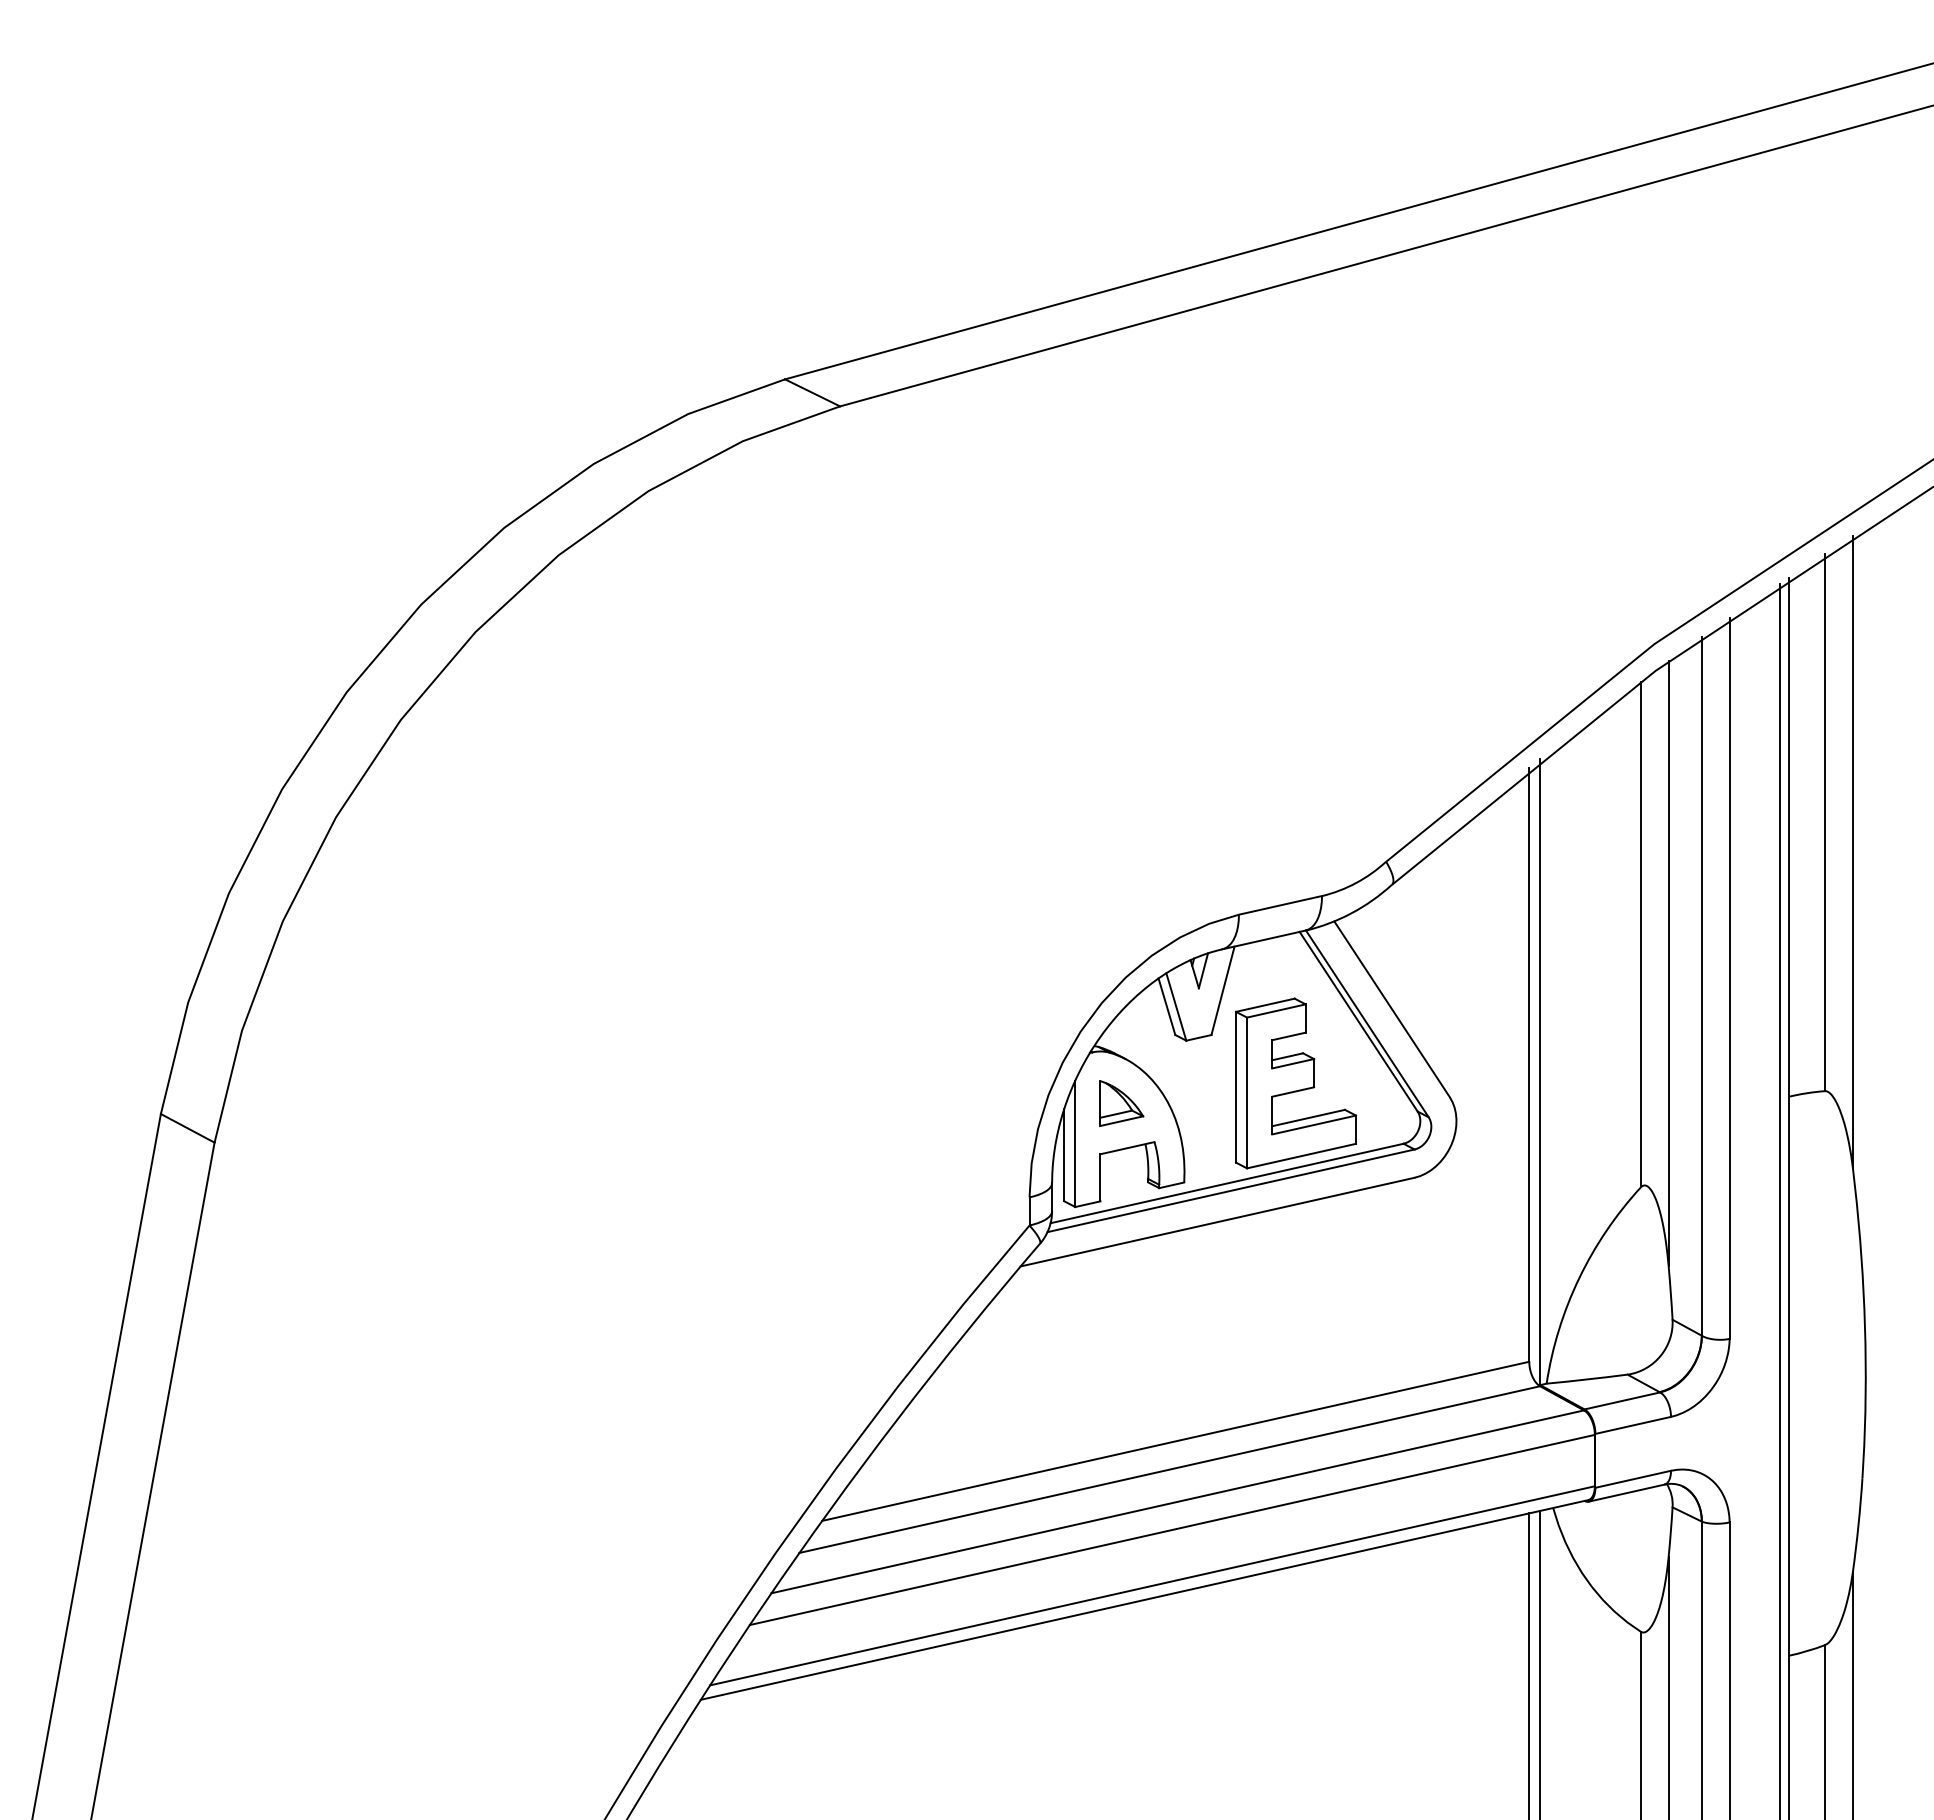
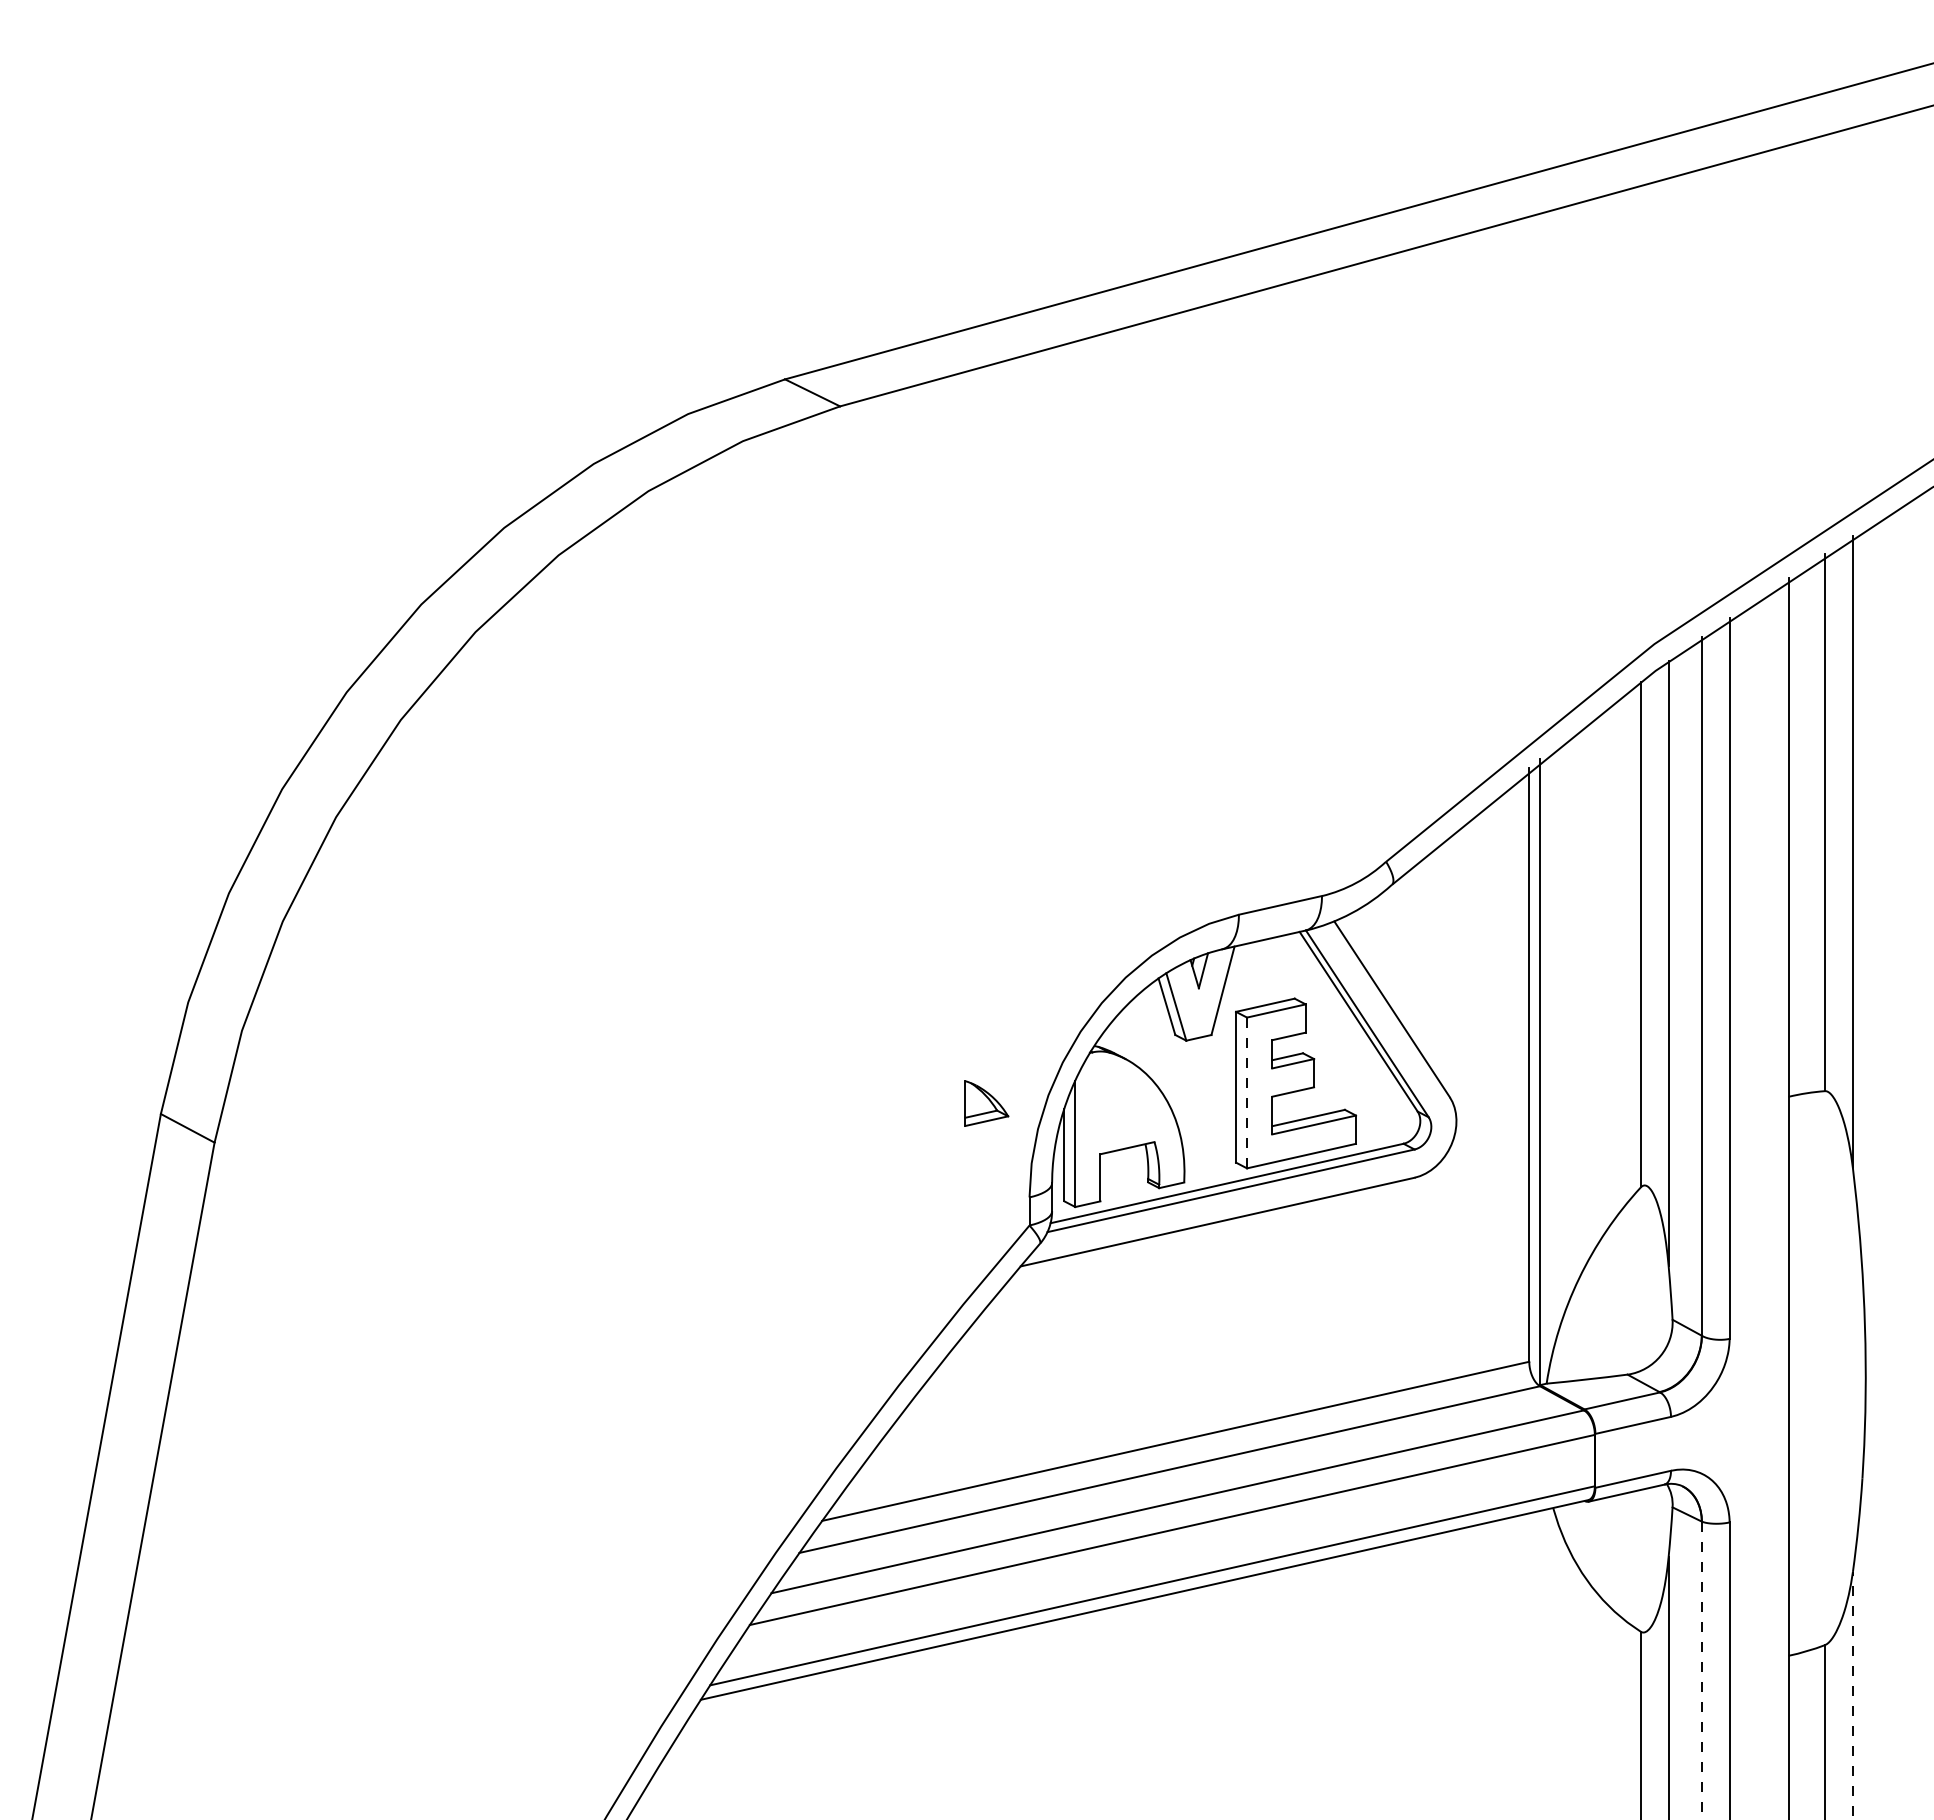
line at (1247, 1092): solid -> dashed
part at (1121, 1103) position: (1121, 1103) -> (986, 1103)
line at (1779, 1199): present -> none
line at (1540, 1663): present -> none
line at (1529, 1664): present -> none
line at (1701, 1670): solid -> dashed
line at (1852, 1695): solid -> dashed
